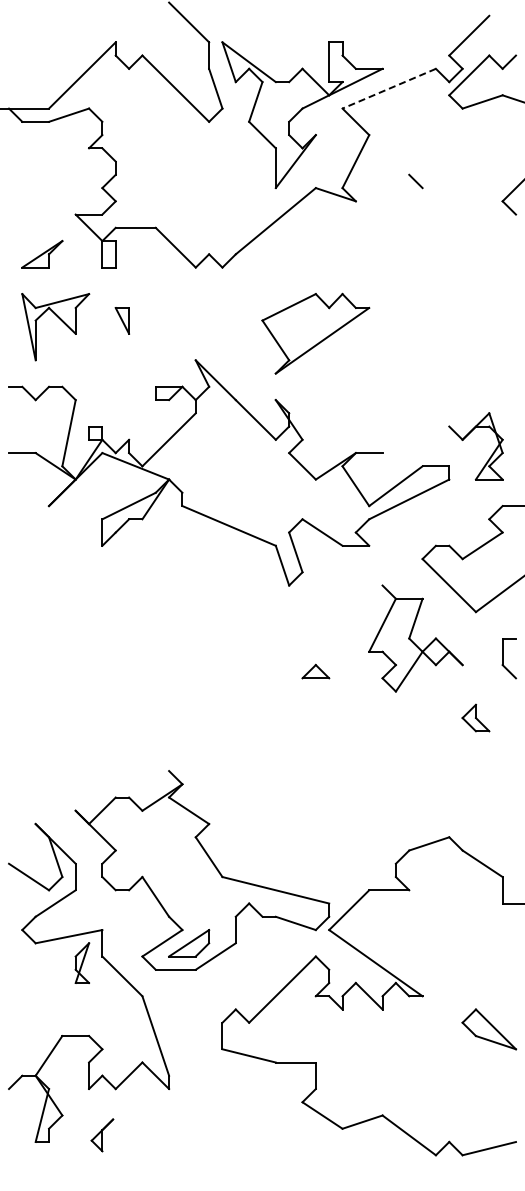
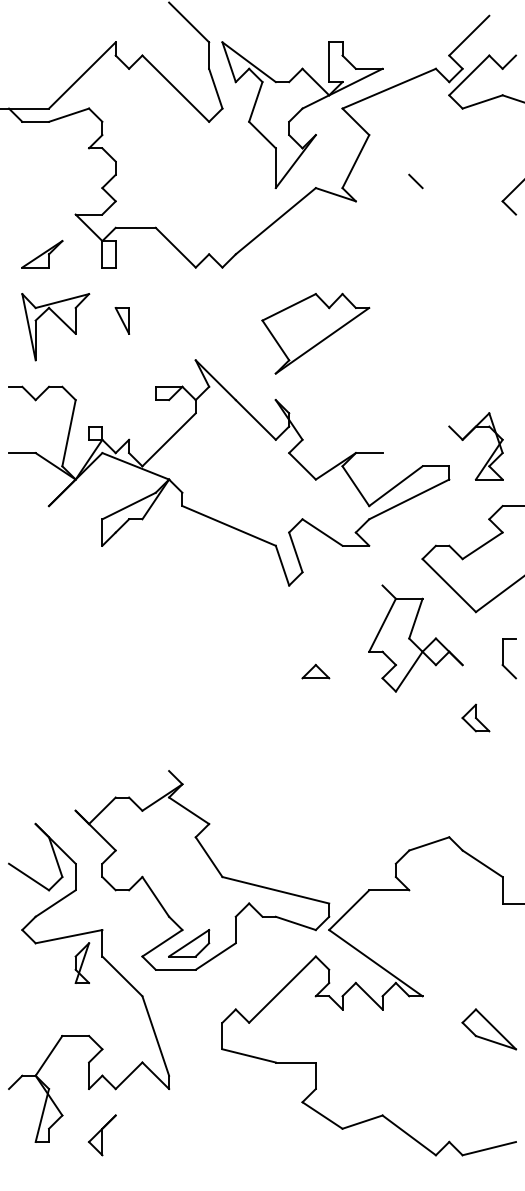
line at (389, 88): dashed -> solid
part at (102, 1135) size: 25x35 px -> 29x43 px
